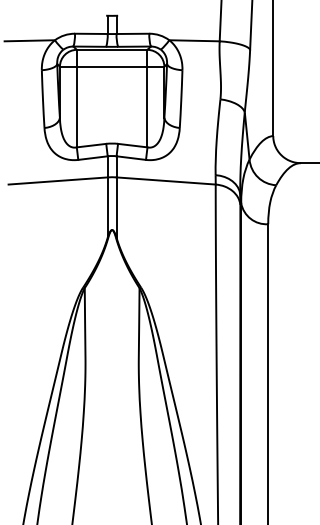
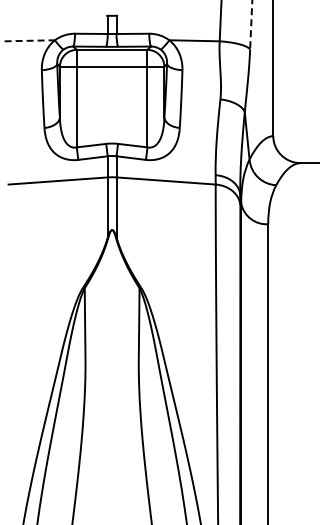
line at (251, 25): solid -> dashed
line at (30, 40): solid -> dashed
